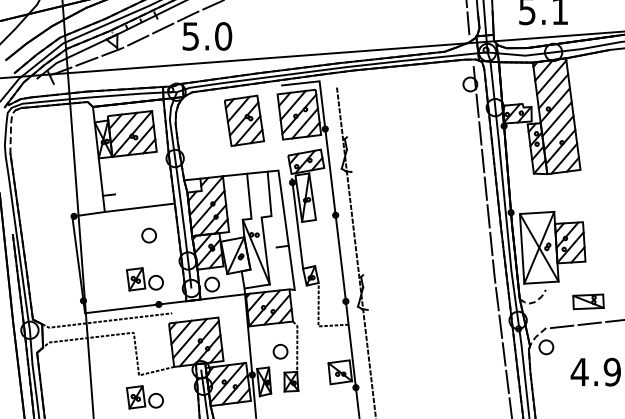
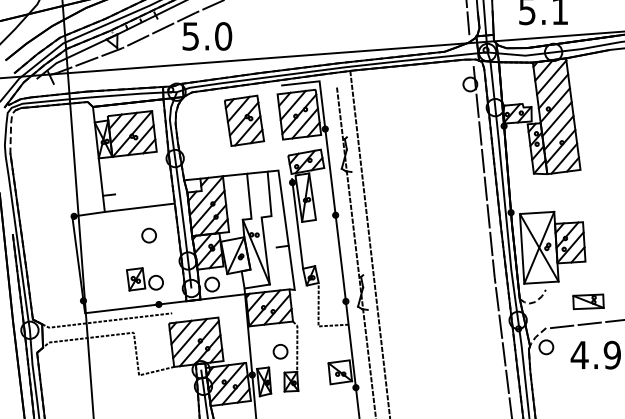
line at (369, 242): none -> present
text at (595, 371) position: (595, 371) -> (595, 354)
part at (144, 397): present -> none
